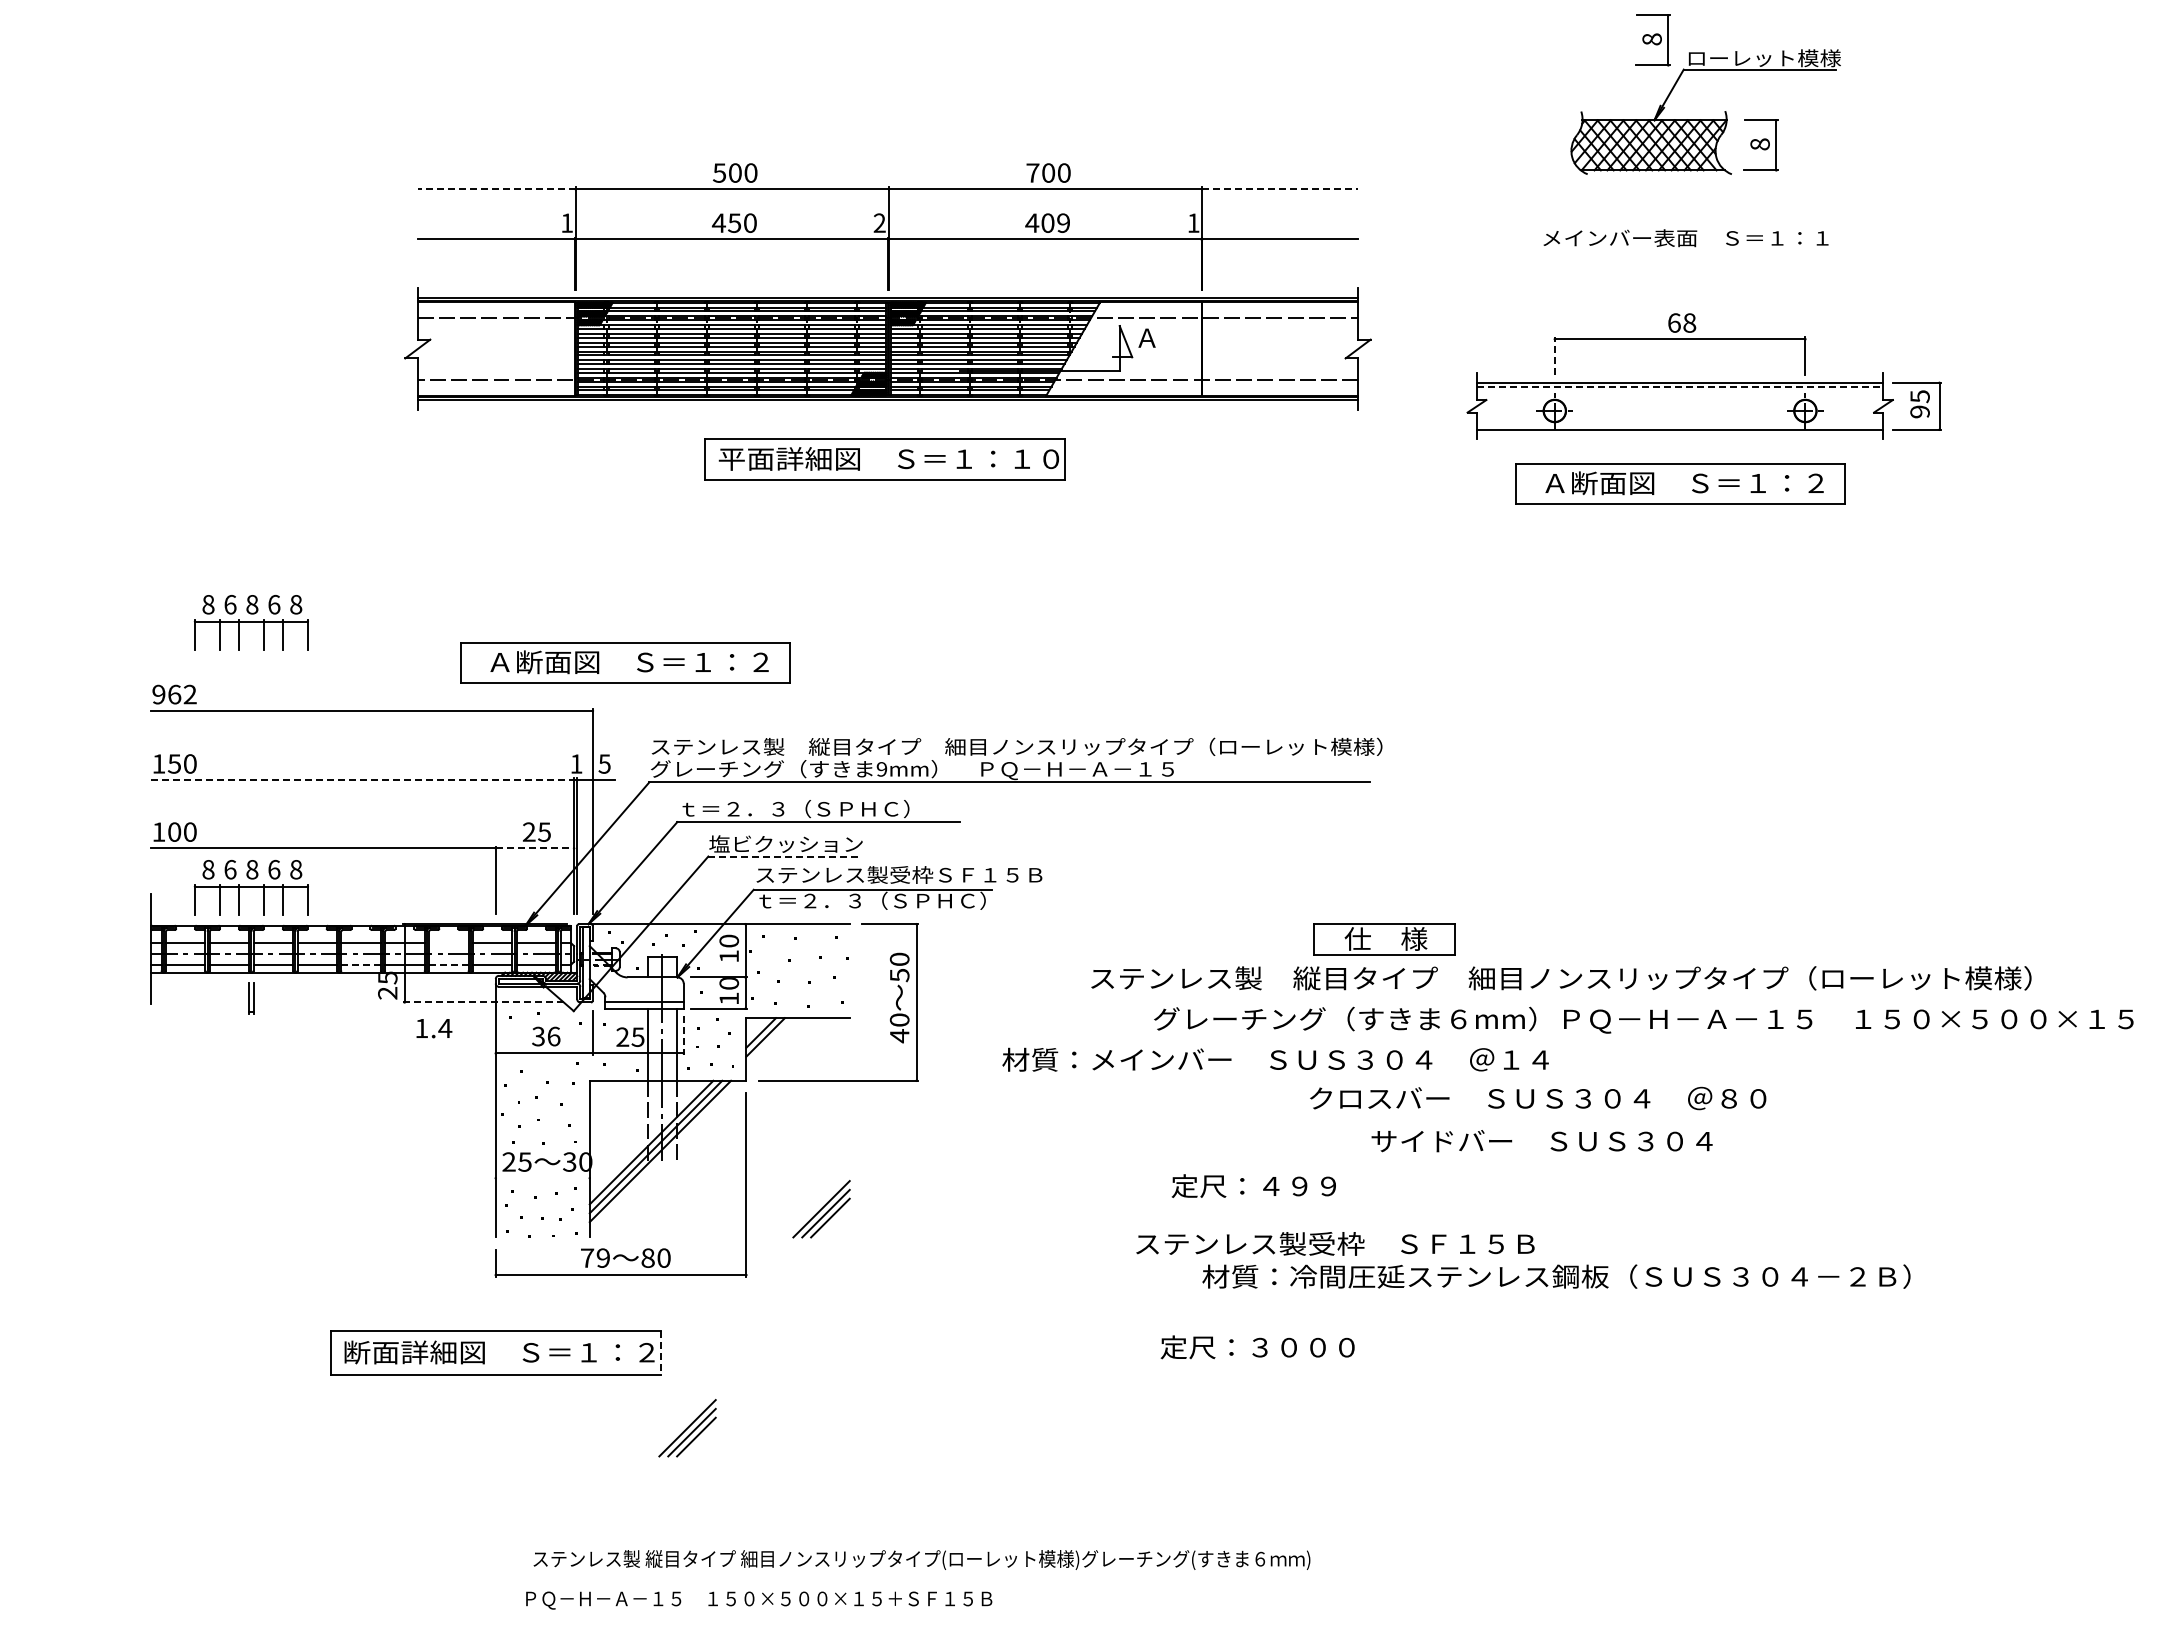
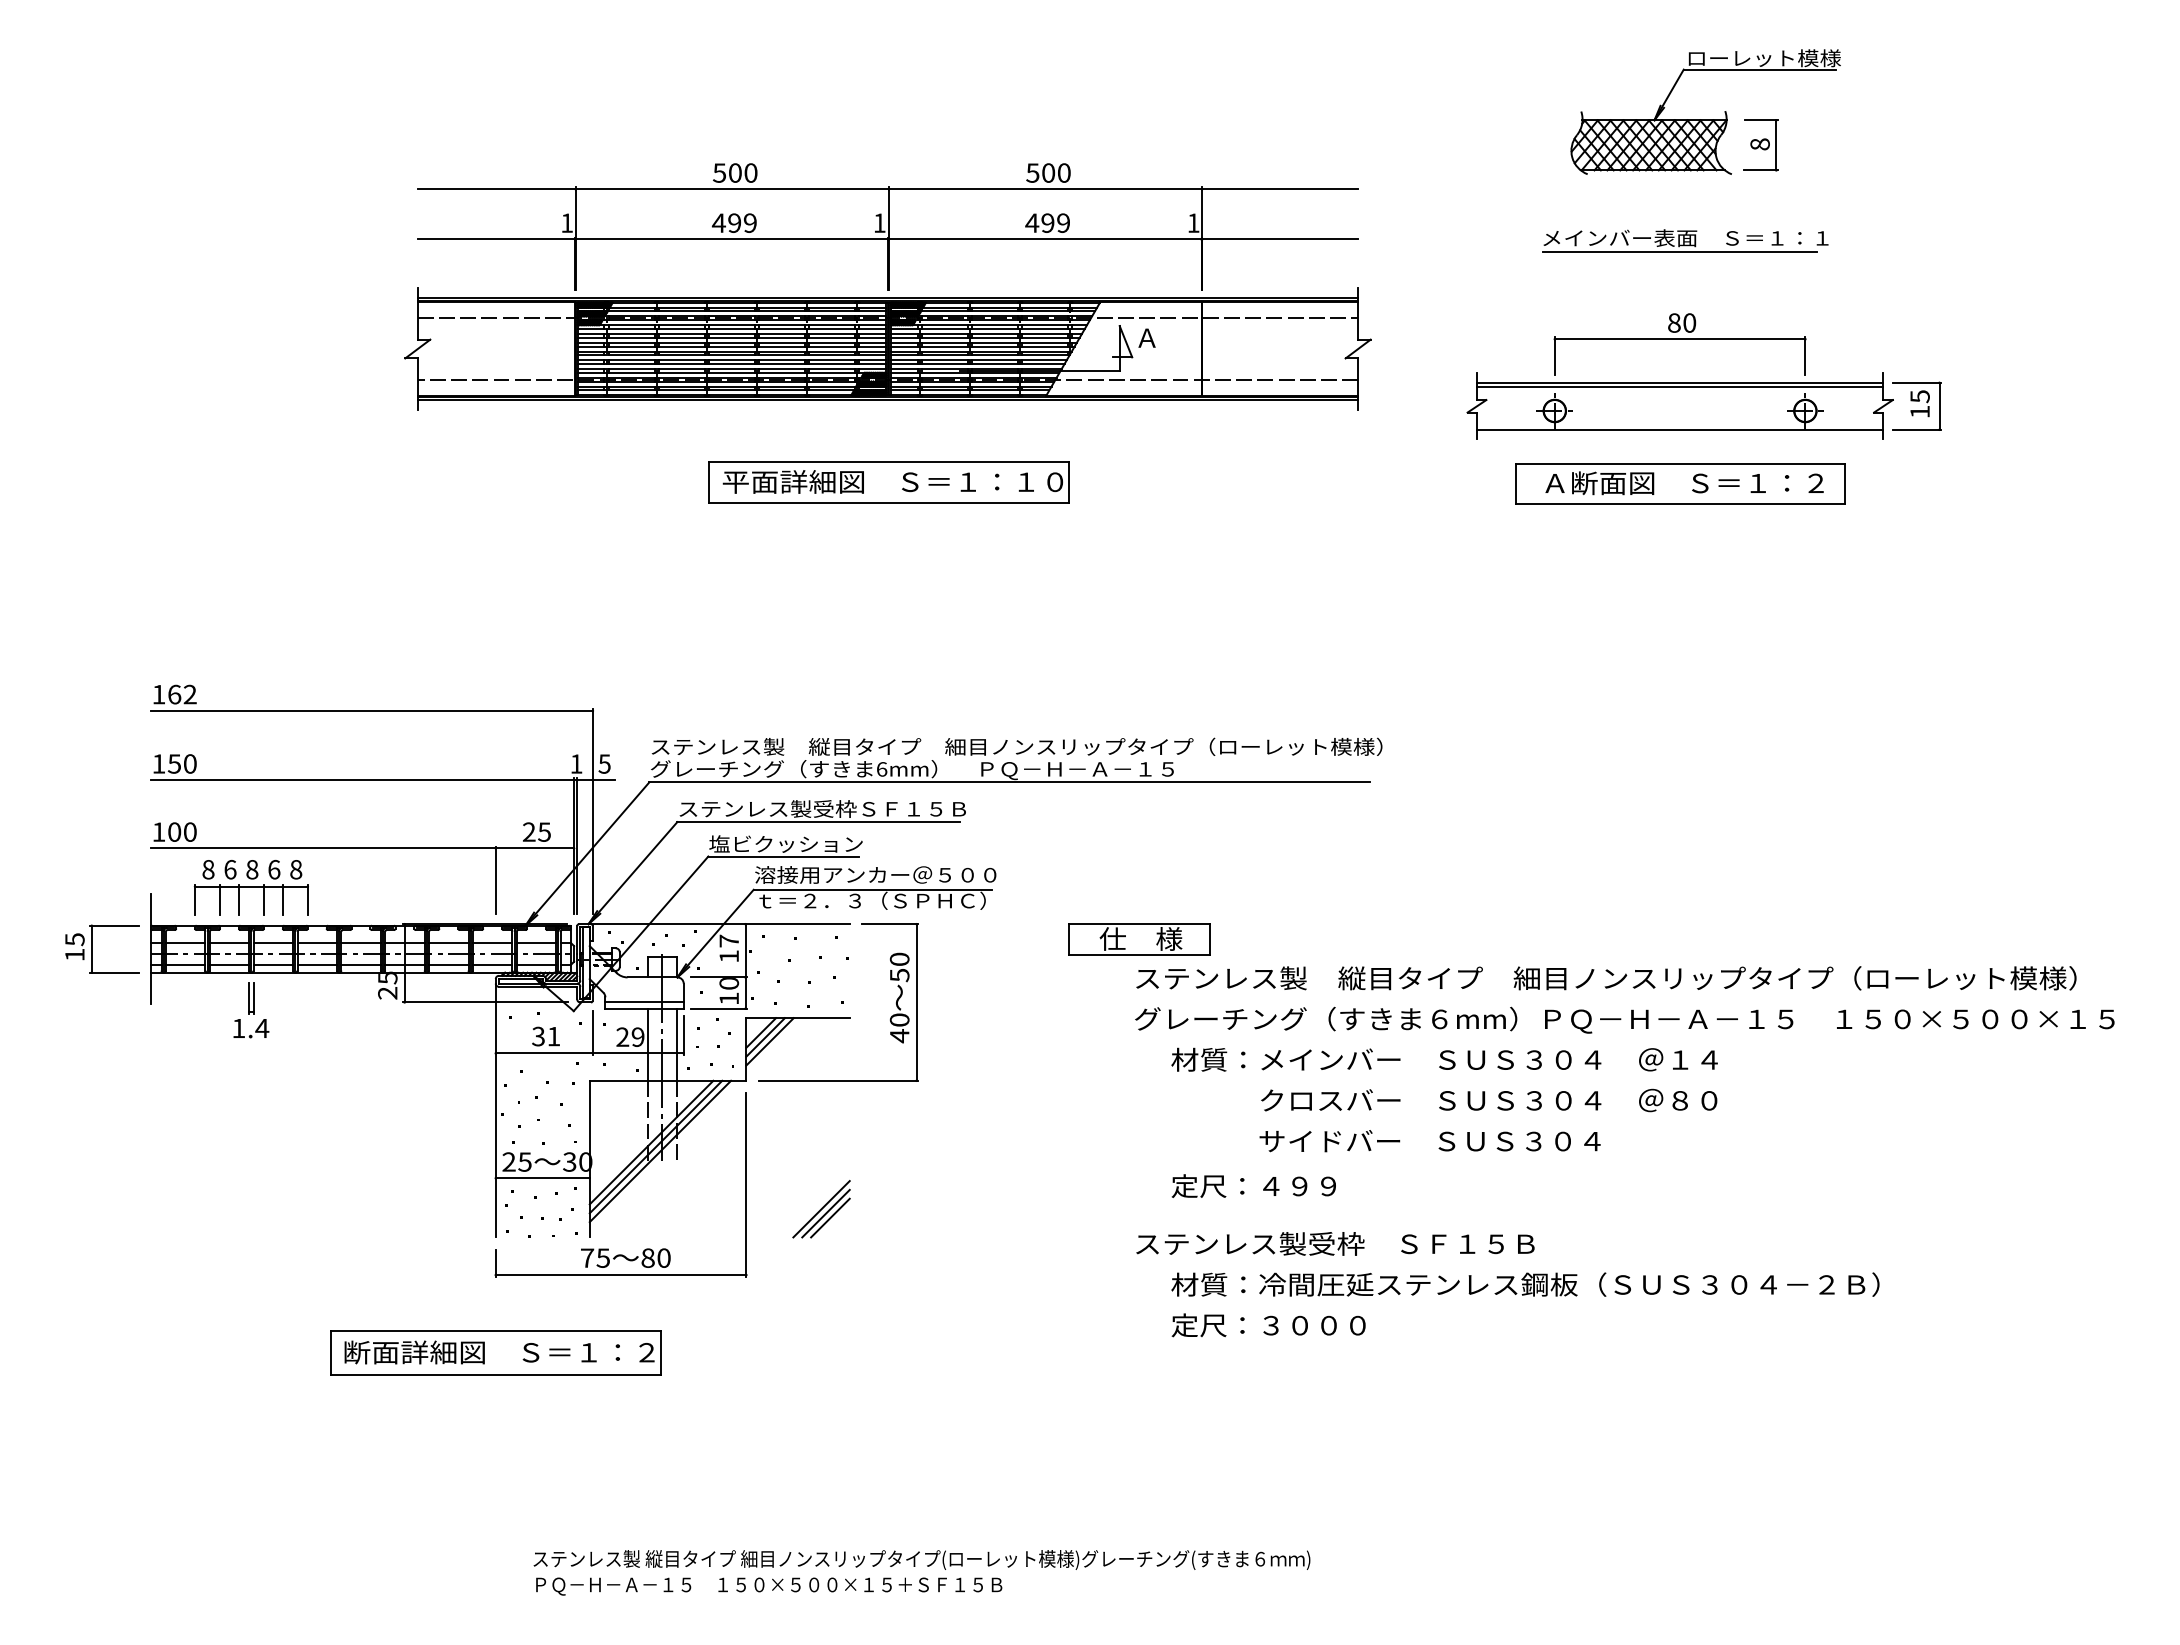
part at (1652, 40): present -> none
text at (1032, 172): 700 -> 500
line at (496, 189): dashed -> solid
line at (1280, 189): dashed -> solid
text at (742, 222): 450 -> 499
text at (879, 222): 2 -> 1
text at (1047, 222): 409 -> 499
line at (1679, 252): none -> present
text at (1682, 322): 68 -> 80
line at (1554, 356): dashed -> solid
line at (1680, 387): dashed -> solid
text at (1919, 411): 95 -> 15
part at (884, 459) position: (884, 459) -> (888, 482)
part at (250, 622): present -> none
part at (625, 662): present -> none
text at (158, 694): 962 -> 162
text at (881, 769): 9mm -> 6mm
line at (363, 780): dashed -> solid
text at (822, 809): ｔ＝２．３（ＳＰＨＣ） -> ステンレス製受枠ＳＦ１５Ｂ
line at (535, 848): dashed -> solid
line at (784, 856): dashed -> solid
text at (898, 874): ステンレス製受枠ＳＦ１５Ｂ -> 溶接用アンカー＠５００
part at (1384, 939) position: (1384, 939) -> (1139, 939)
text at (729, 940): 10 -> 17
line at (448, 942): none -> present
part at (92, 948): none -> present
line at (361, 964): dashed -> solid
line at (448, 964): dashed -> solid
text at (1561, 978) position: (1561, 978) -> (1606, 978)
line at (485, 1002): dashed -> solid
text at (1643, 1019) position: (1643, 1019) -> (1624, 1019)
text at (434, 1028) position: (434, 1028) -> (251, 1028)
line at (683, 1035): dashed -> solid
text at (554, 1036): 36 -> 31
text at (637, 1036): 25 -> 29
line at (769, 1041): none -> present
text at (1275, 1059) position: (1275, 1059) -> (1444, 1059)
text at (1538, 1098) position: (1538, 1098) -> (1489, 1100)
text at (1541, 1141) position: (1541, 1141) -> (1429, 1141)
line at (542, 1178): none -> present
text at (602, 1257): 79 -> 75
text at (1556, 1276) position: (1556, 1276) -> (1525, 1284)
text at (1257, 1347) position: (1257, 1347) -> (1268, 1325)
line at (660, 1353): dashed -> solid
part at (687, 1428): present -> none
text at (759, 1600) position: (759, 1600) -> (769, 1586)
